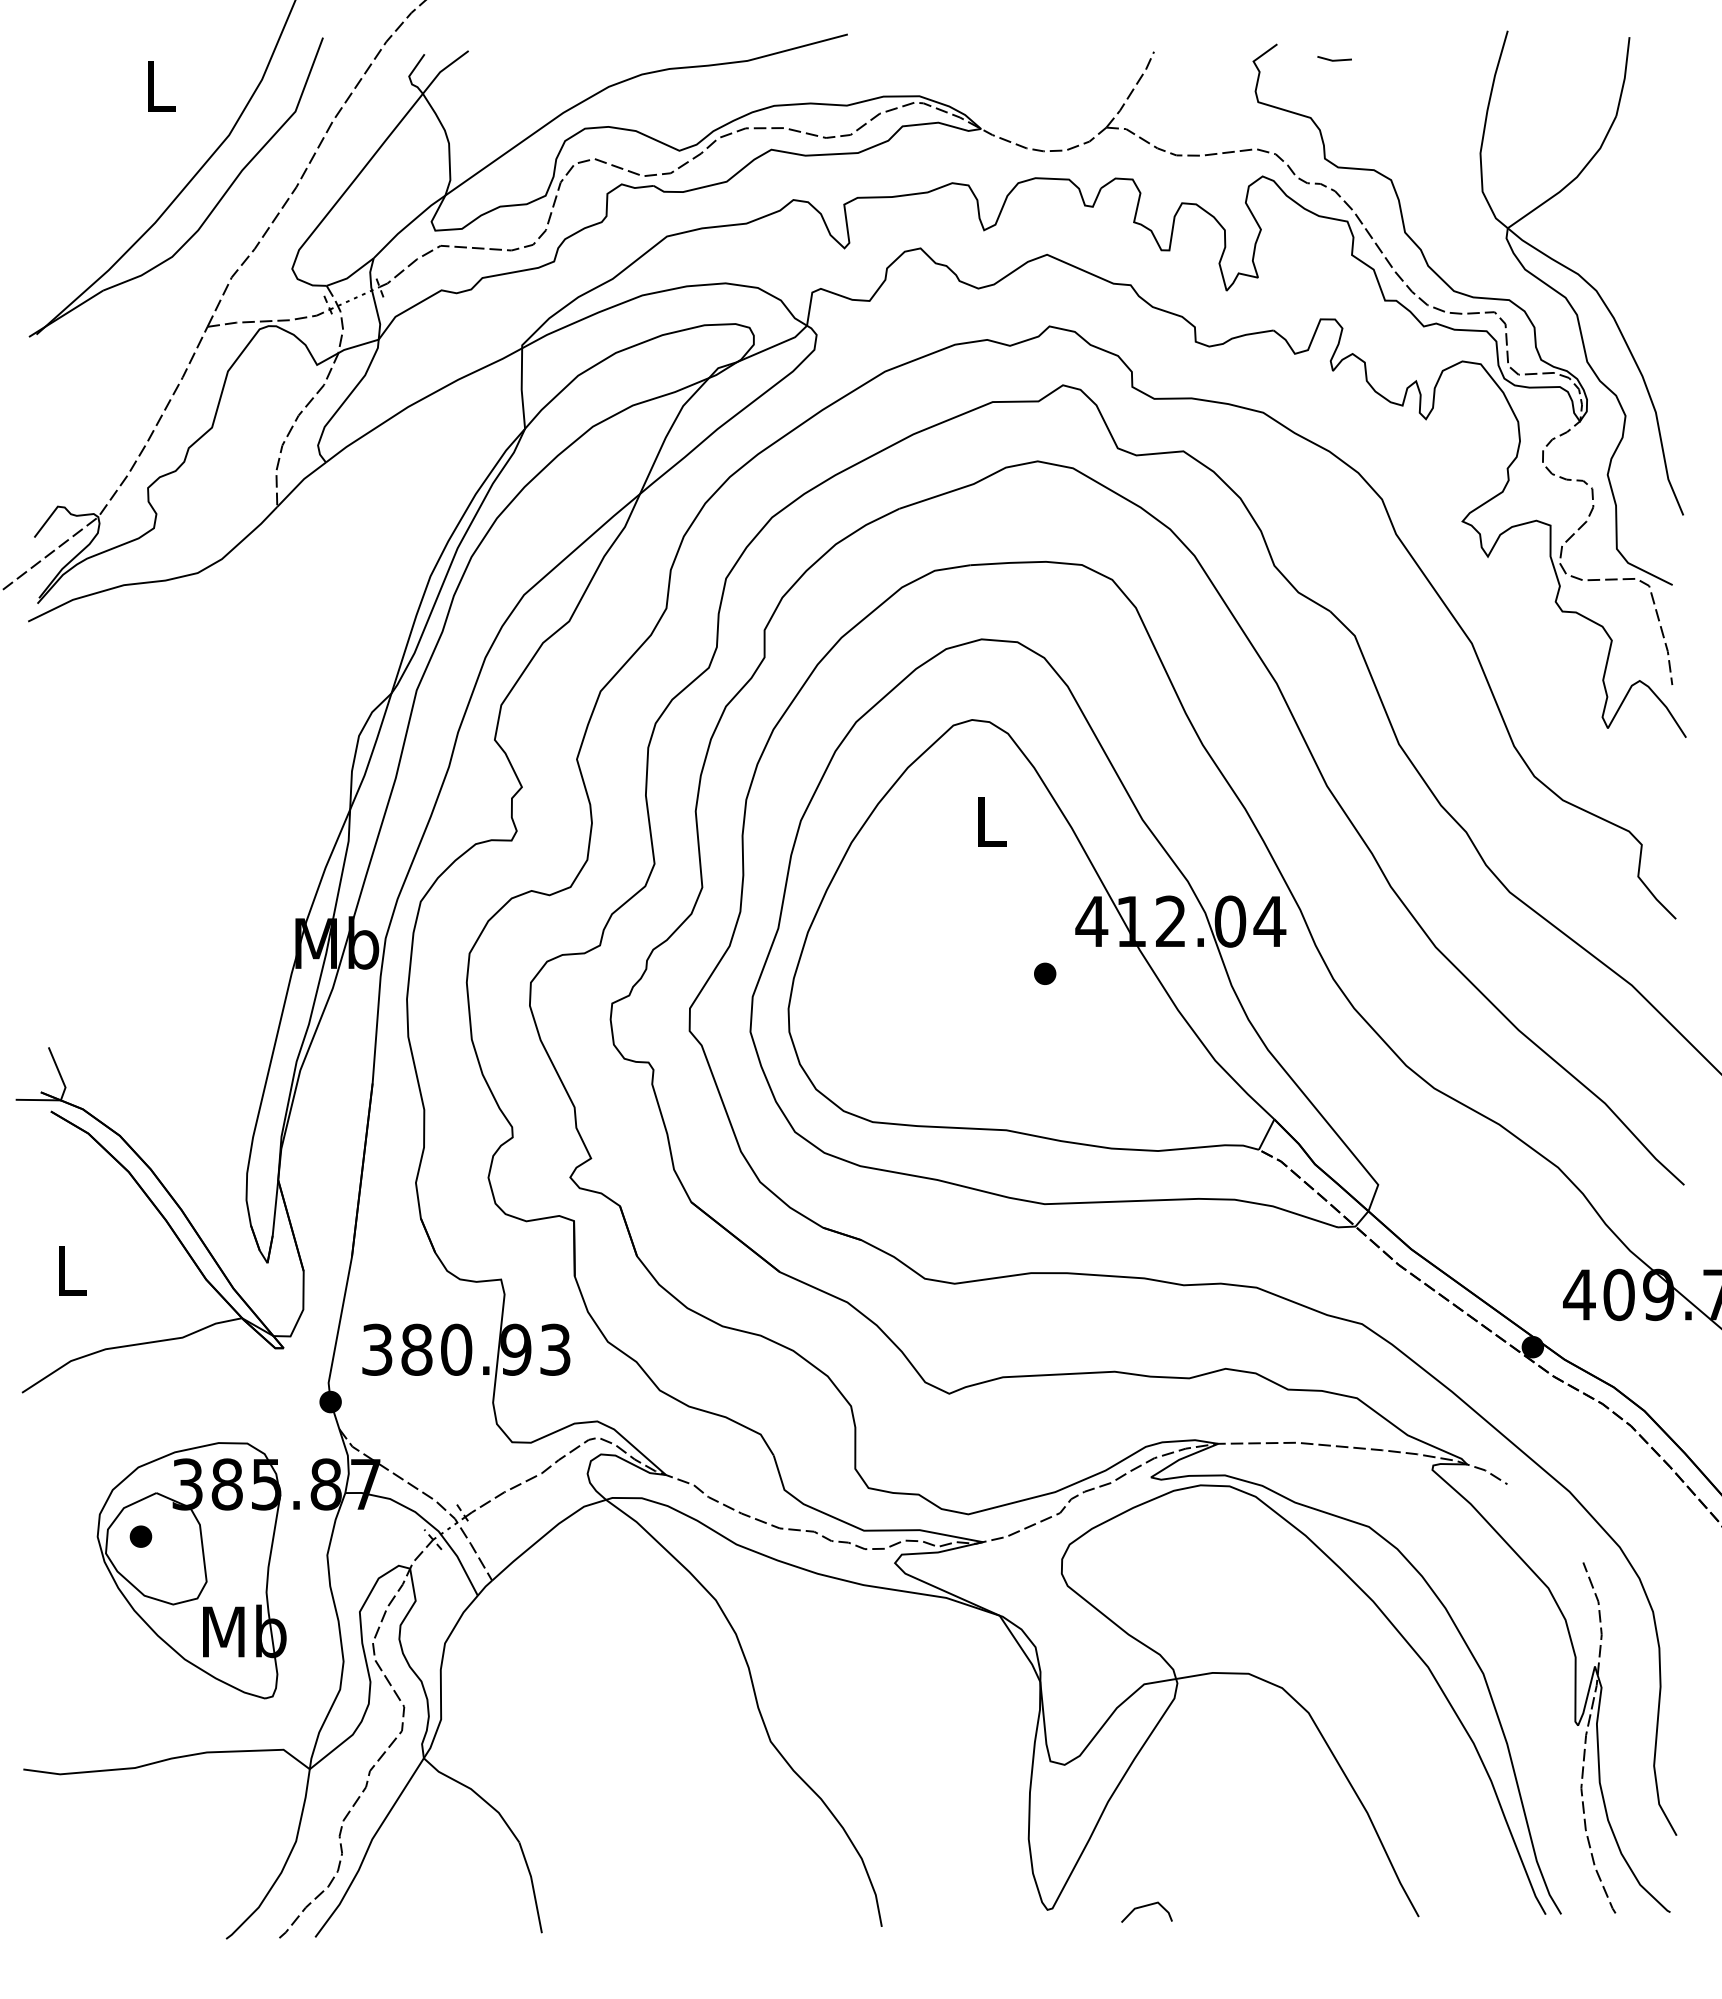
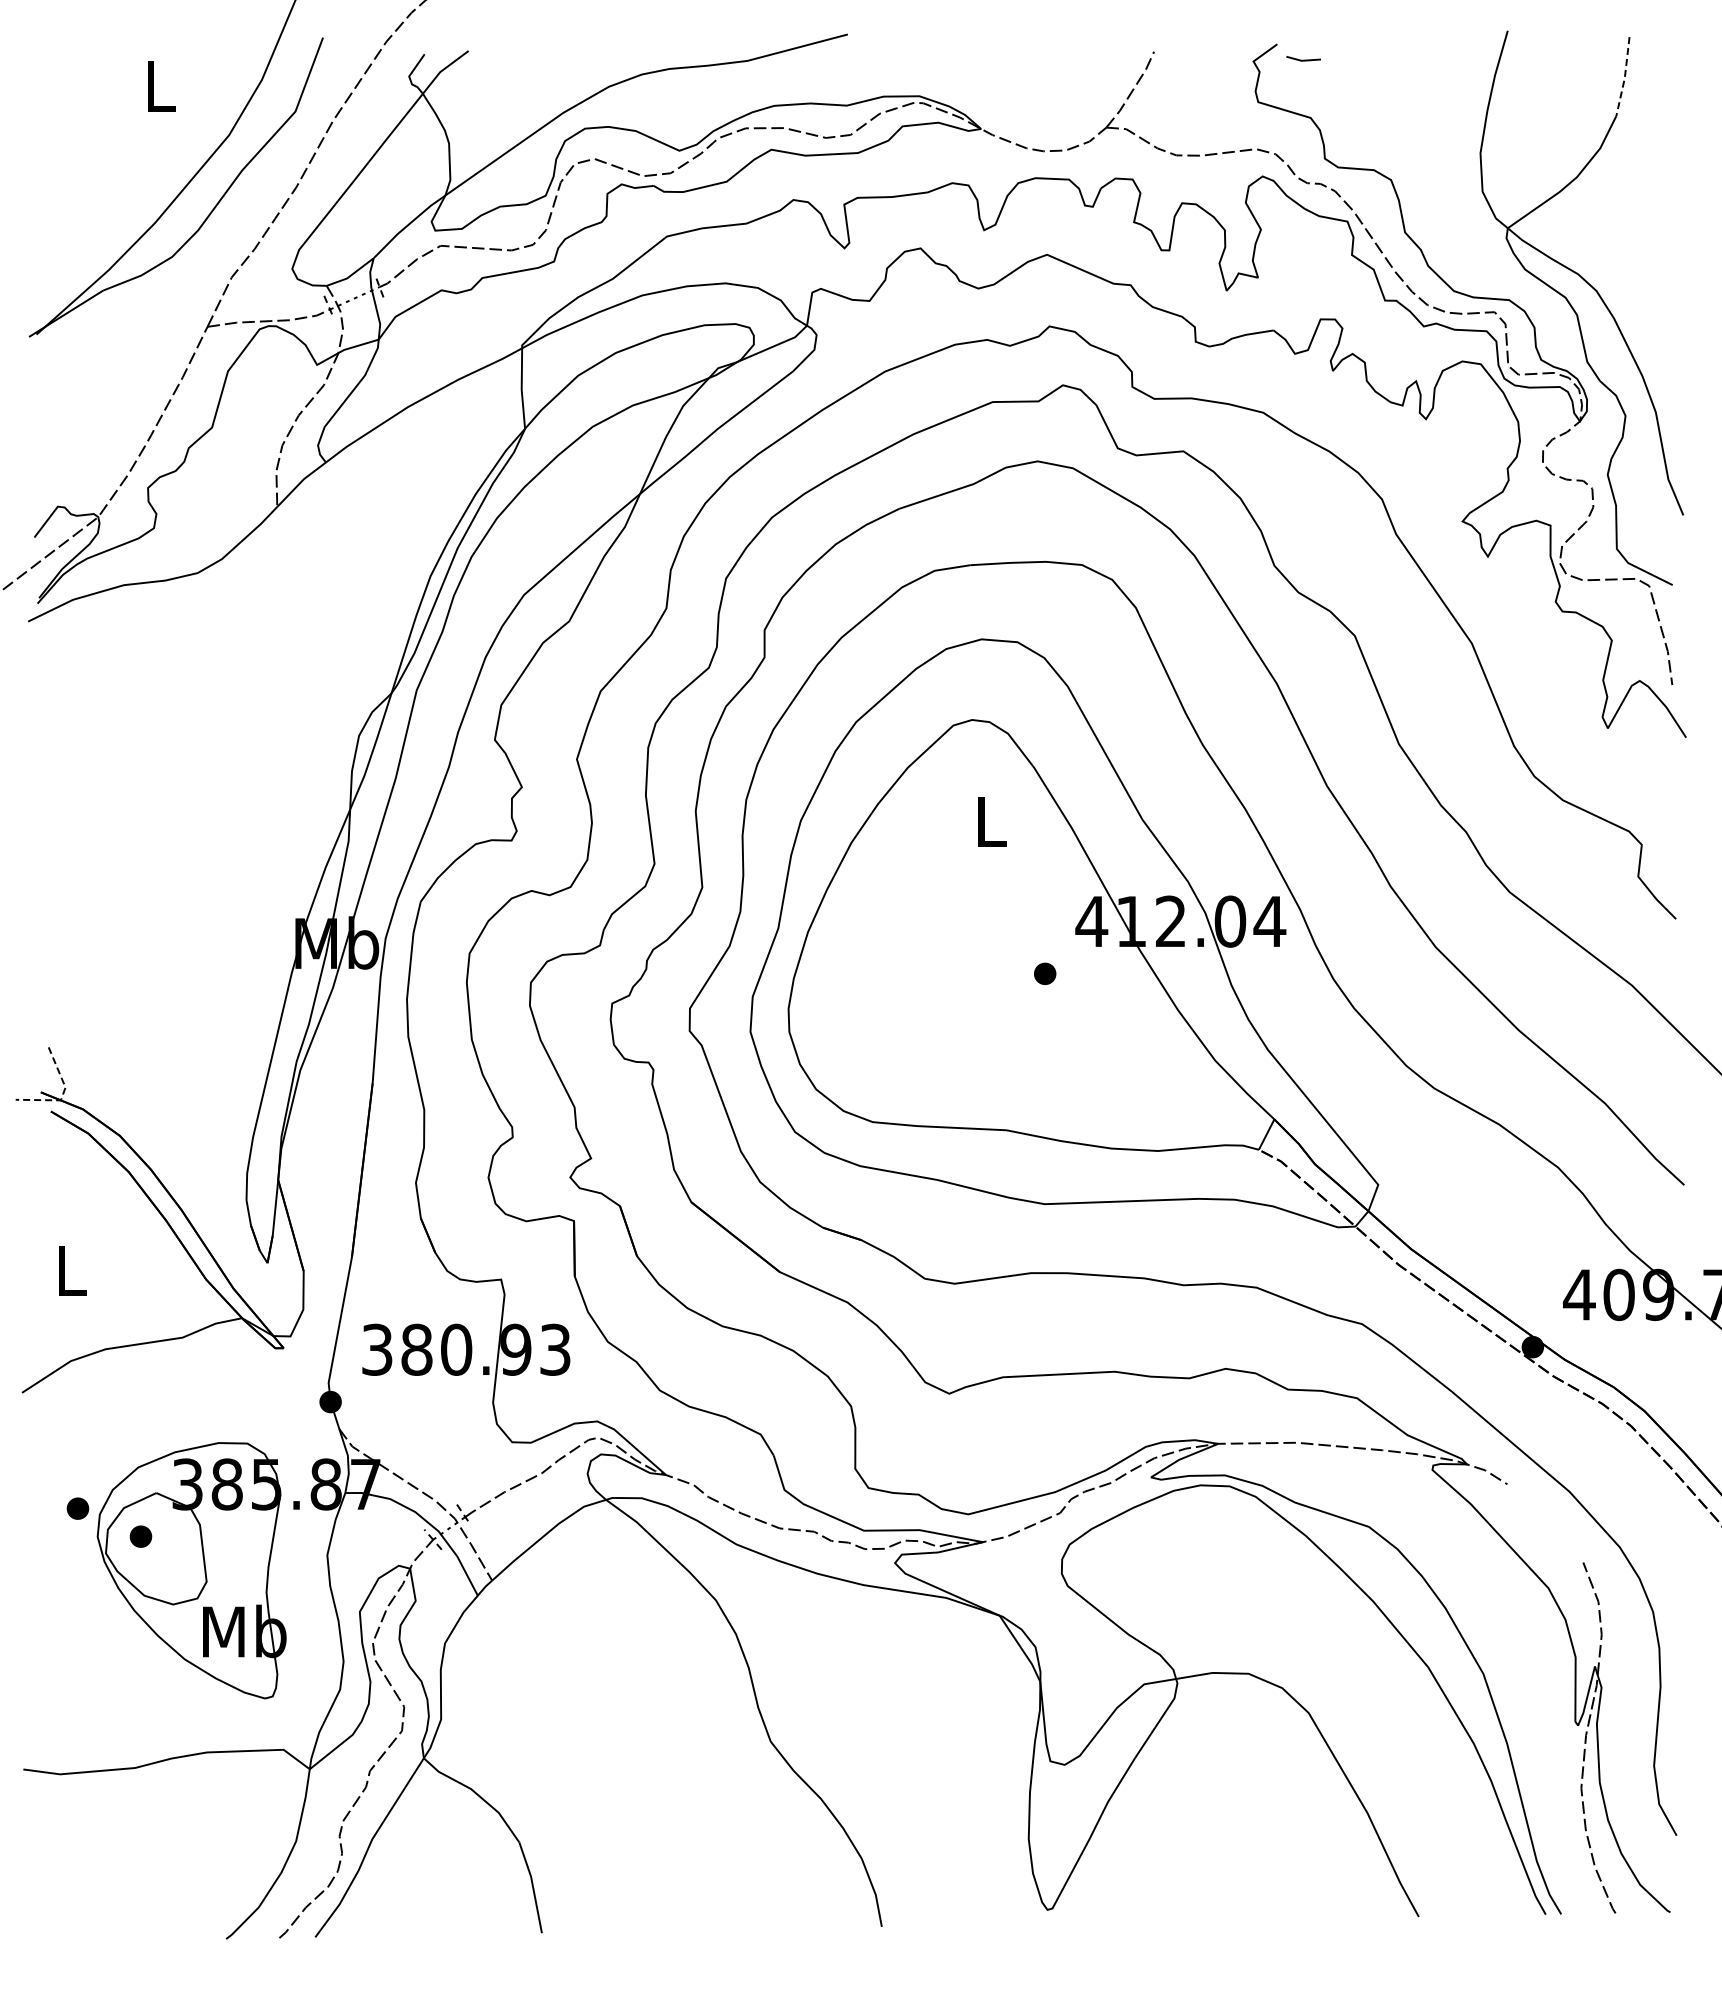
line at (1334, 59) position: (1334, 59) -> (1303, 59)
line at (1624, 77): solid -> dashed
line at (62, 1094): solid -> dashed
part at (77, 1508): none -> present
line at (1144, 1907): present -> none
